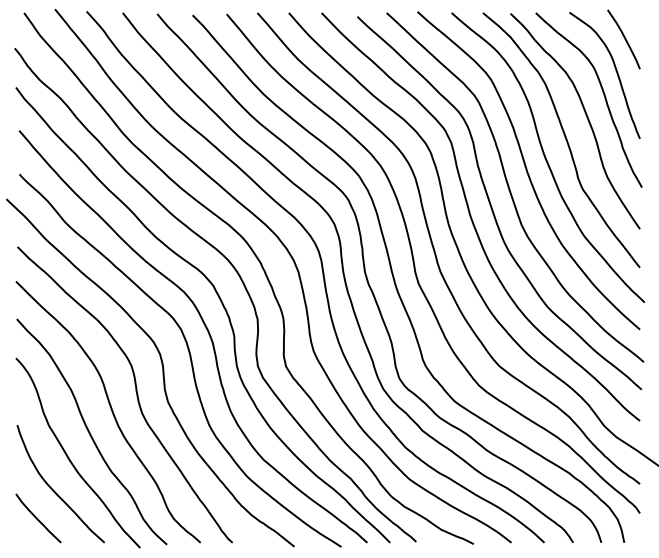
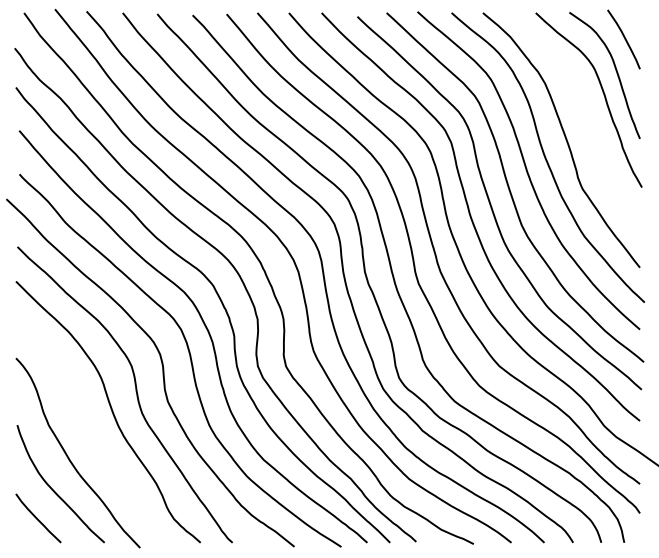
curve at (585, 115): present -> none
curve at (90, 432): present -> none
